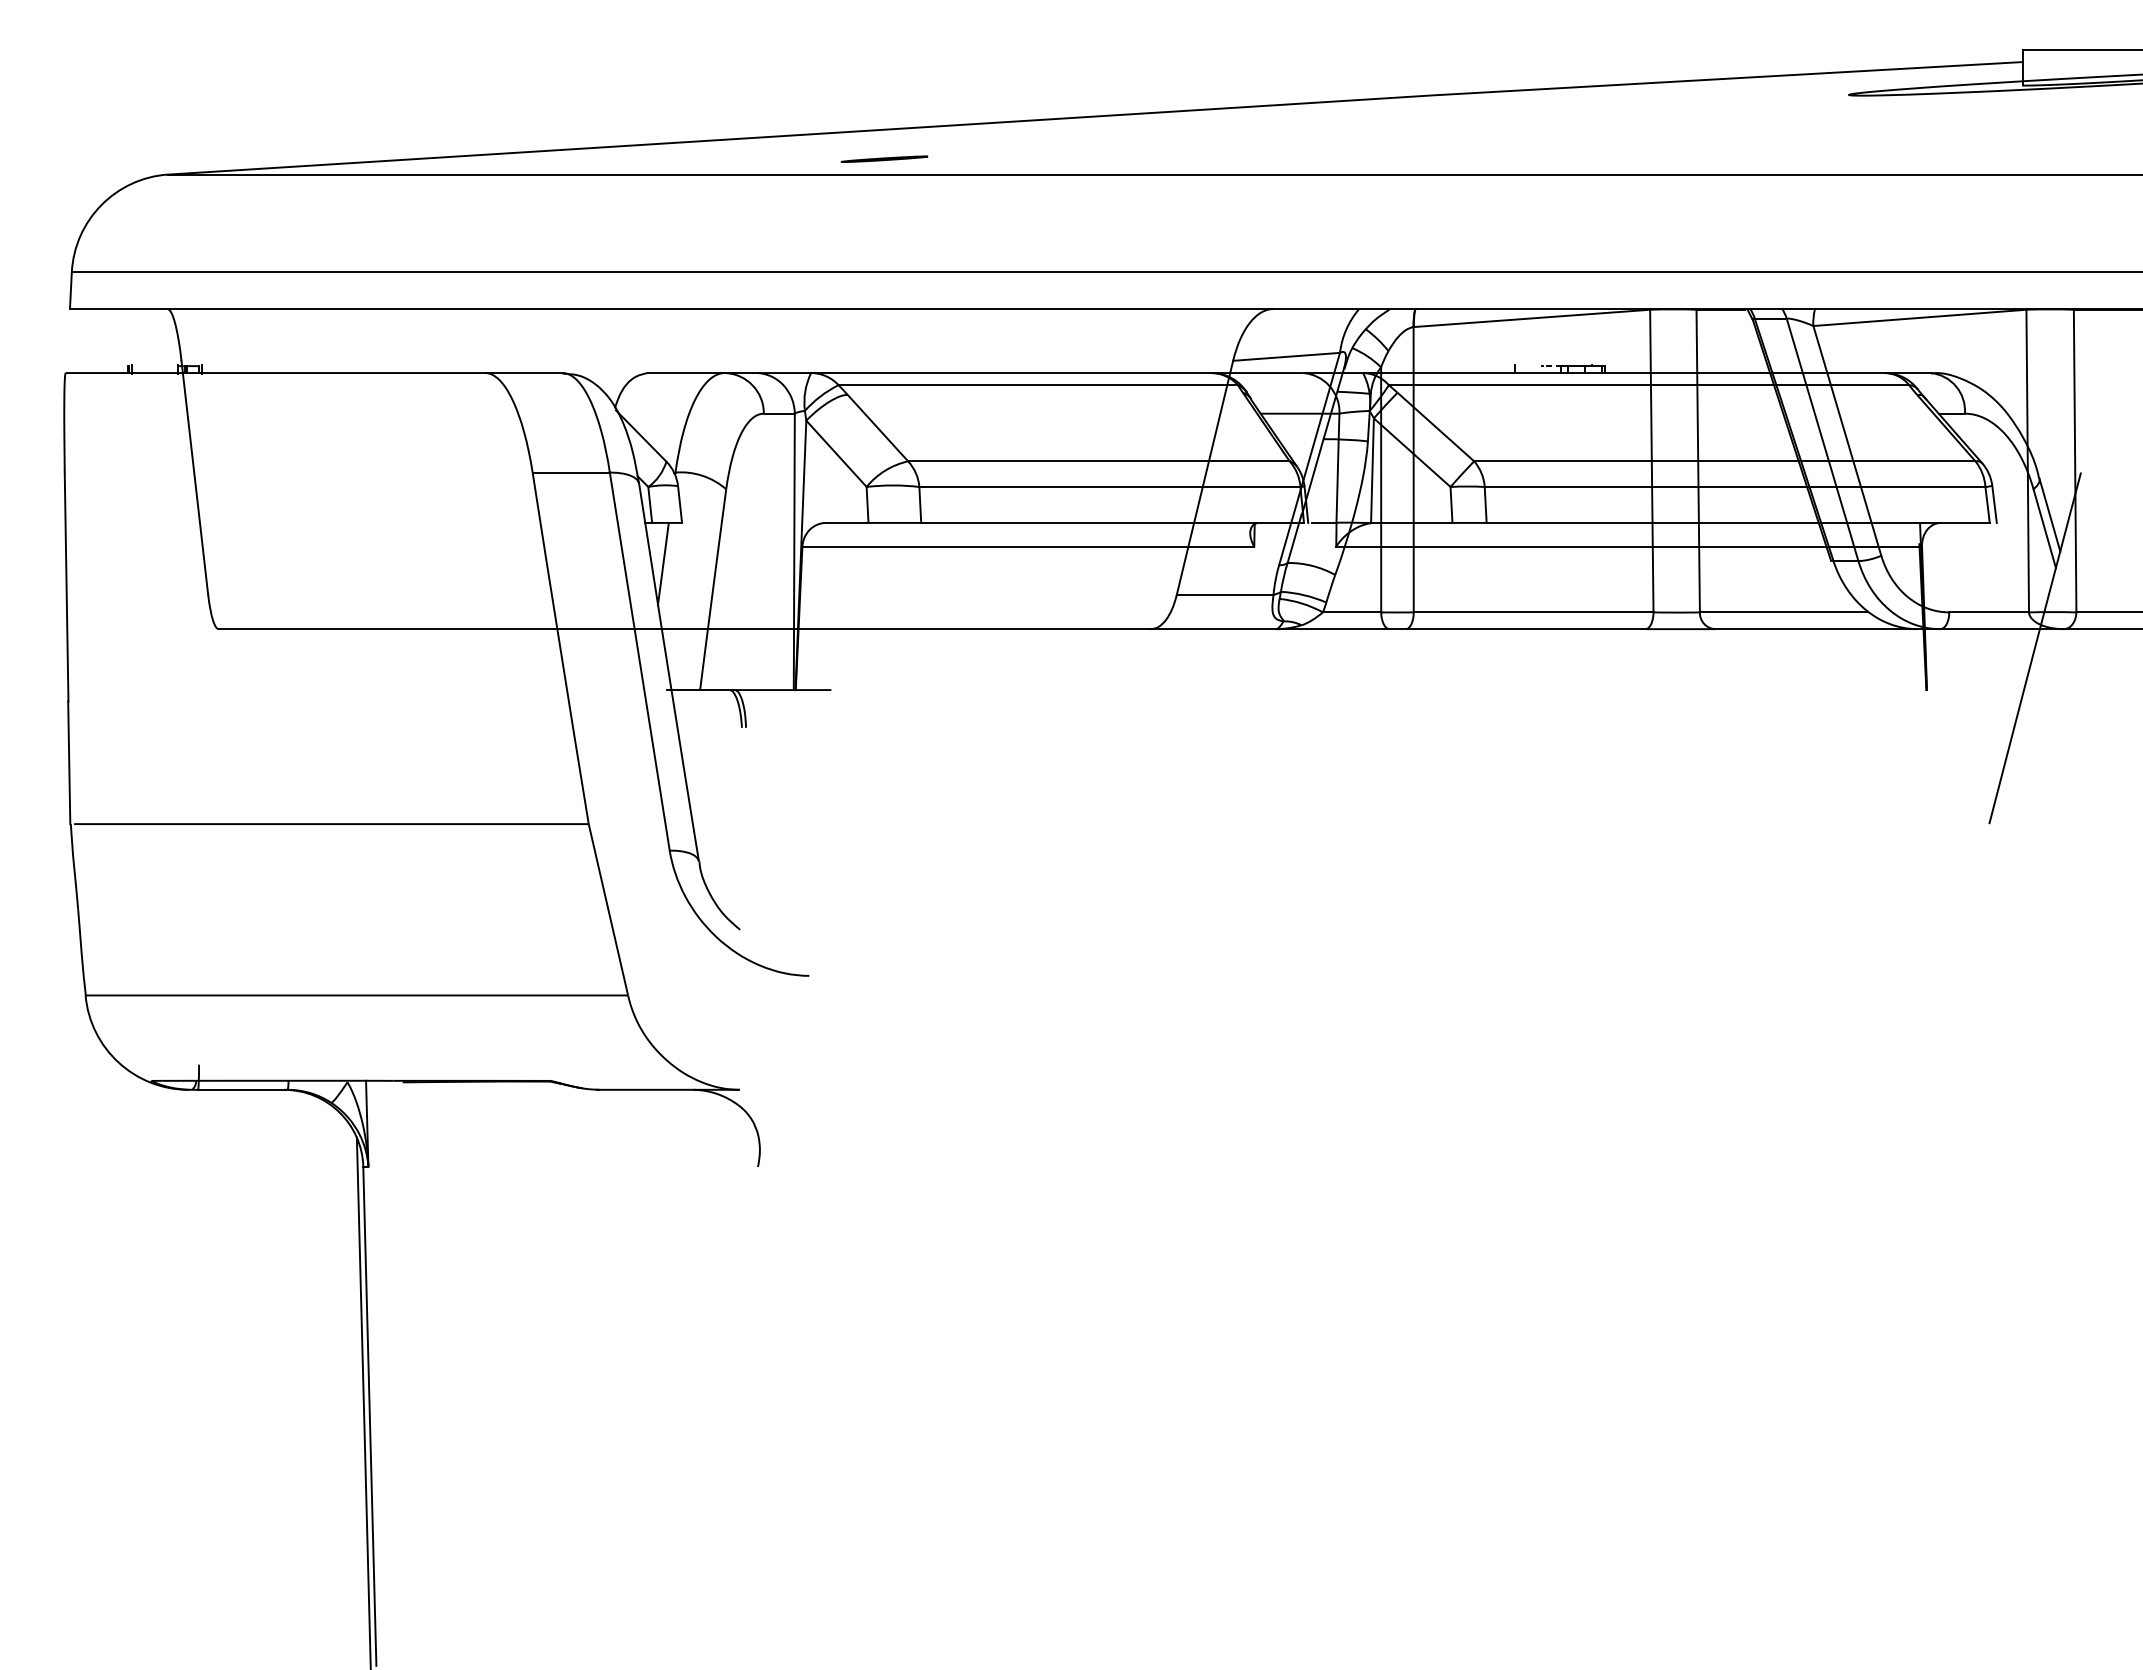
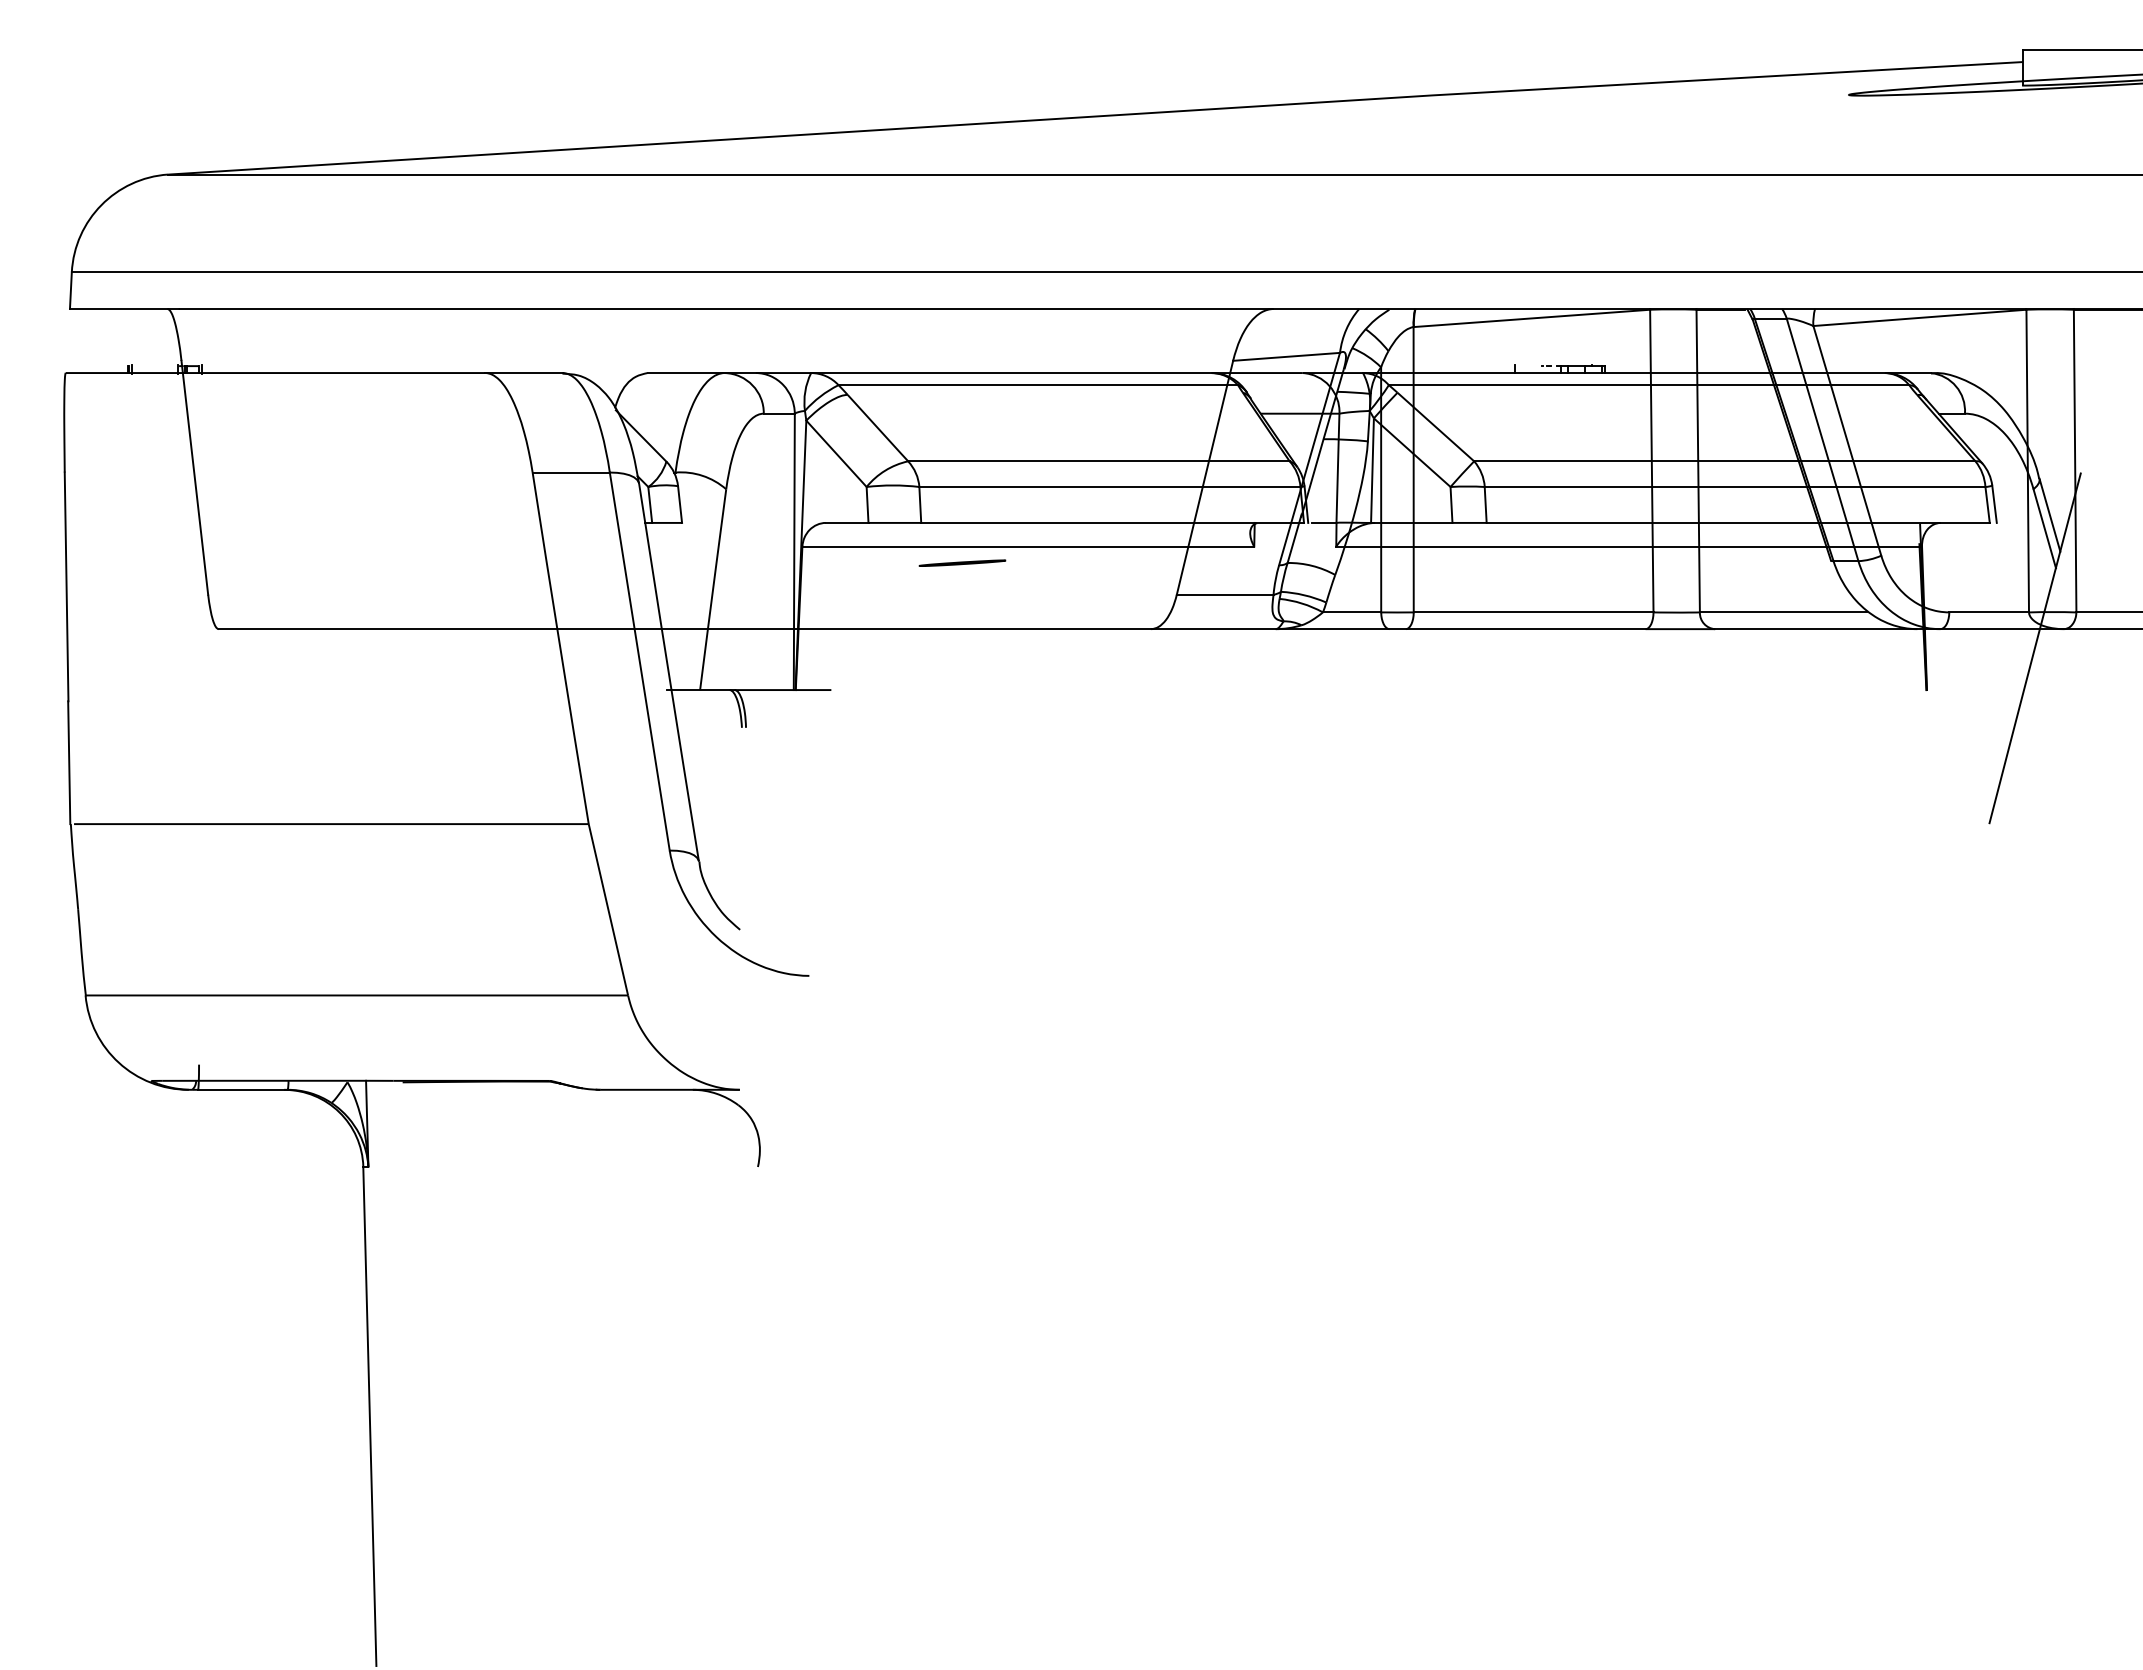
line at (884, 158) position: (884, 158) -> (962, 562)
line at (662, 564): present -> none
line at (363, 1401): present -> none
